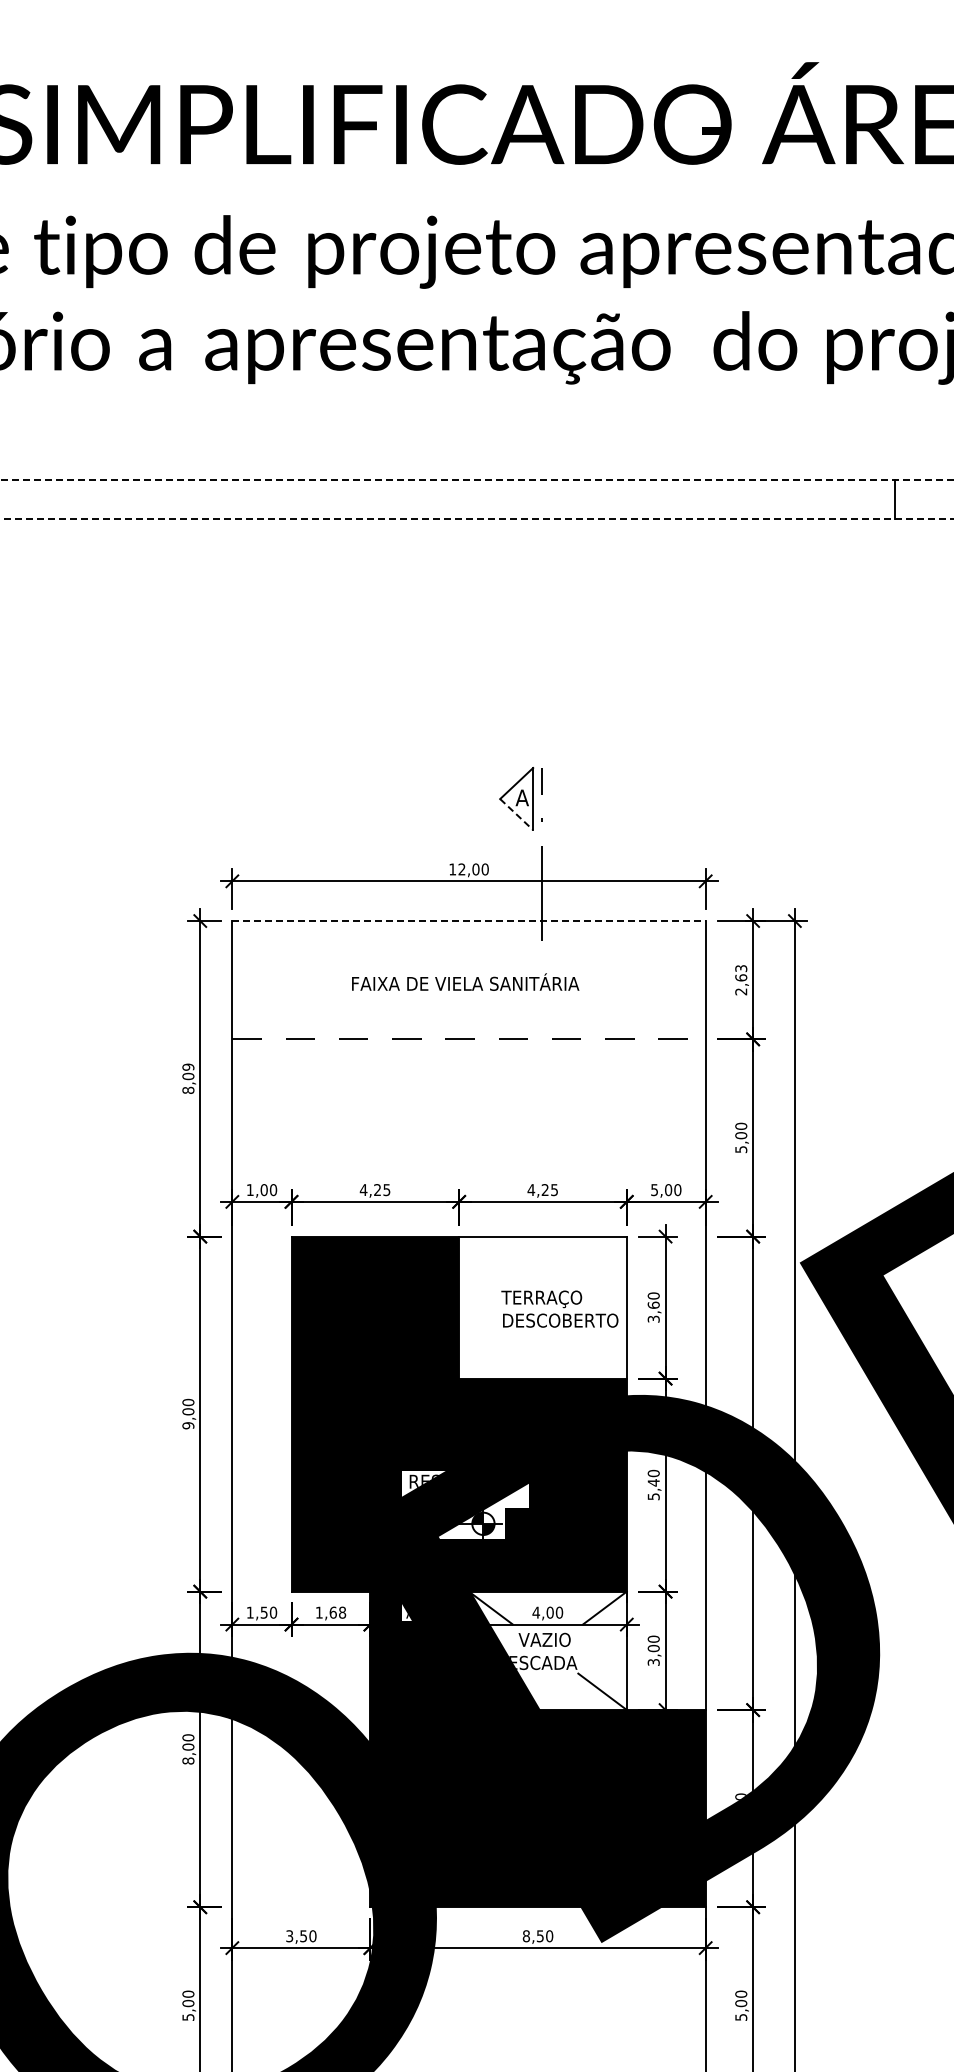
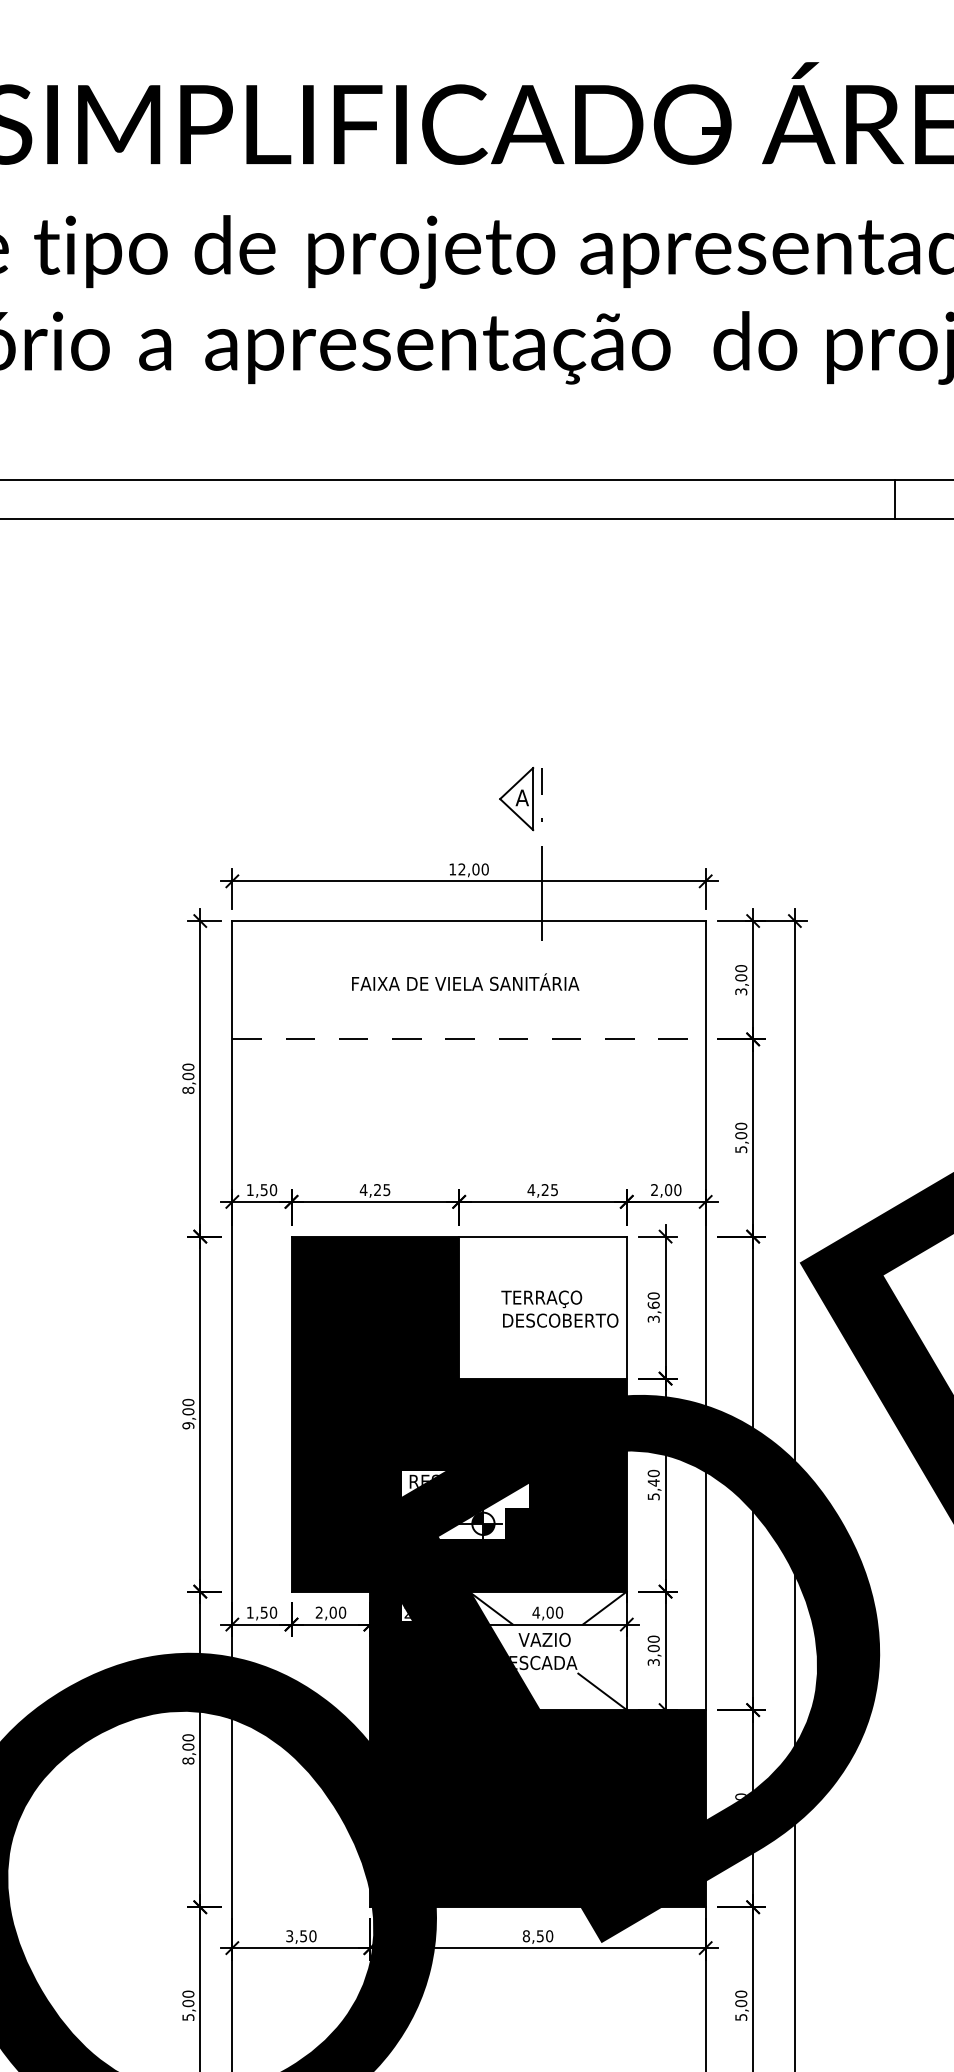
line at (476, 479): dashed -> solid
line at (476, 519): dashed -> solid
line at (516, 814): dashed -> solid
line at (469, 921): dashed -> solid
text at (741, 980): 2,63 -> 3,00
text at (188, 1066): 8,09 -> 8,00
text at (263, 1190): 1,00 -> 1,50
text at (654, 1190): 5,00 -> 2,00
text at (330, 1612): 1,68 -> 2,00
text at (407, 1613): 7,50 -> 2,50
